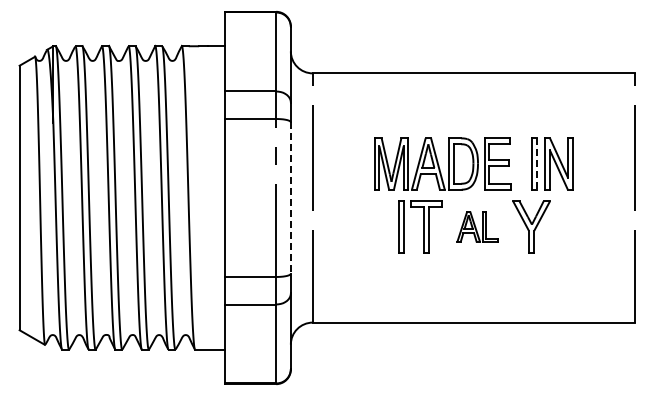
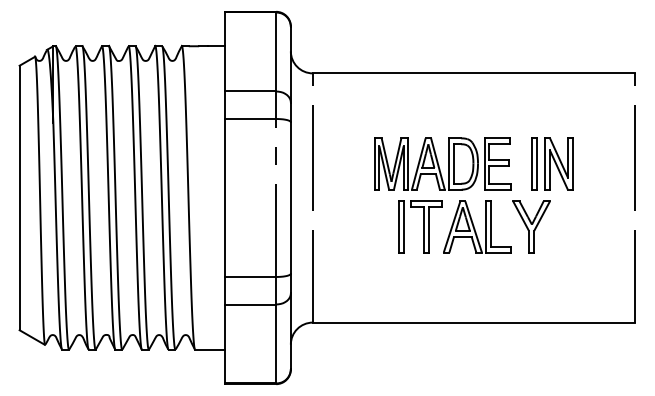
line at (536, 164): dashed -> solid
line at (290, 197): dashed -> solid
part at (477, 226) size: 43x32 px -> 69x54 px
